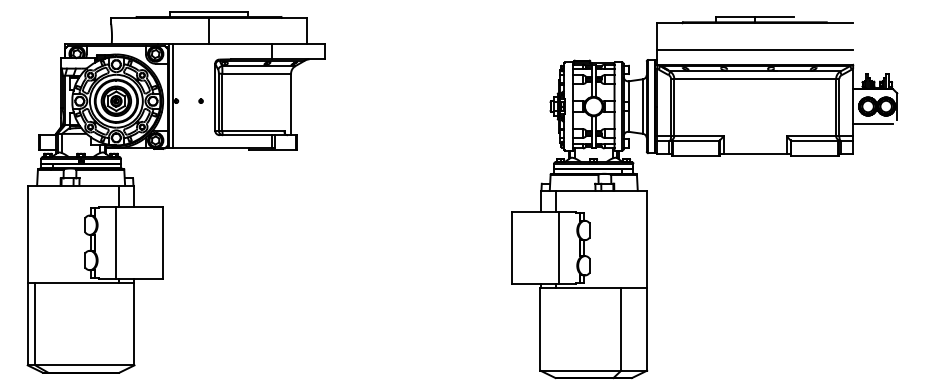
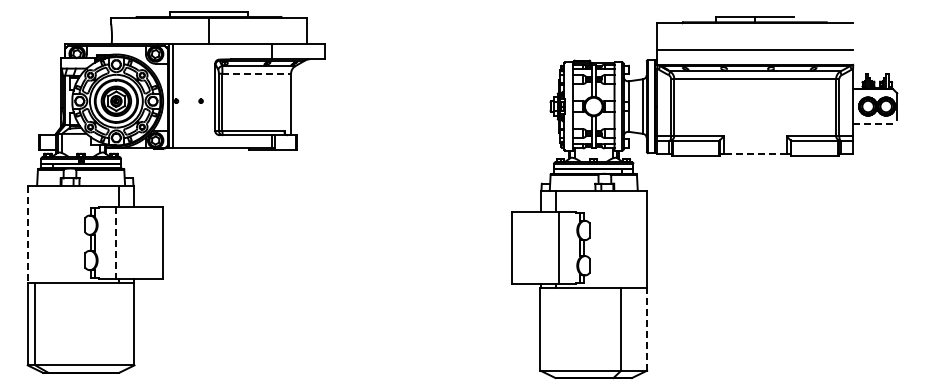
line at (257, 73): solid -> dashed
line at (872, 124): solid -> dashed
line at (755, 153): solid -> dashed
line at (28, 234): solid -> dashed
line at (116, 242): solid -> dashed
line at (647, 328): solid -> dashed
